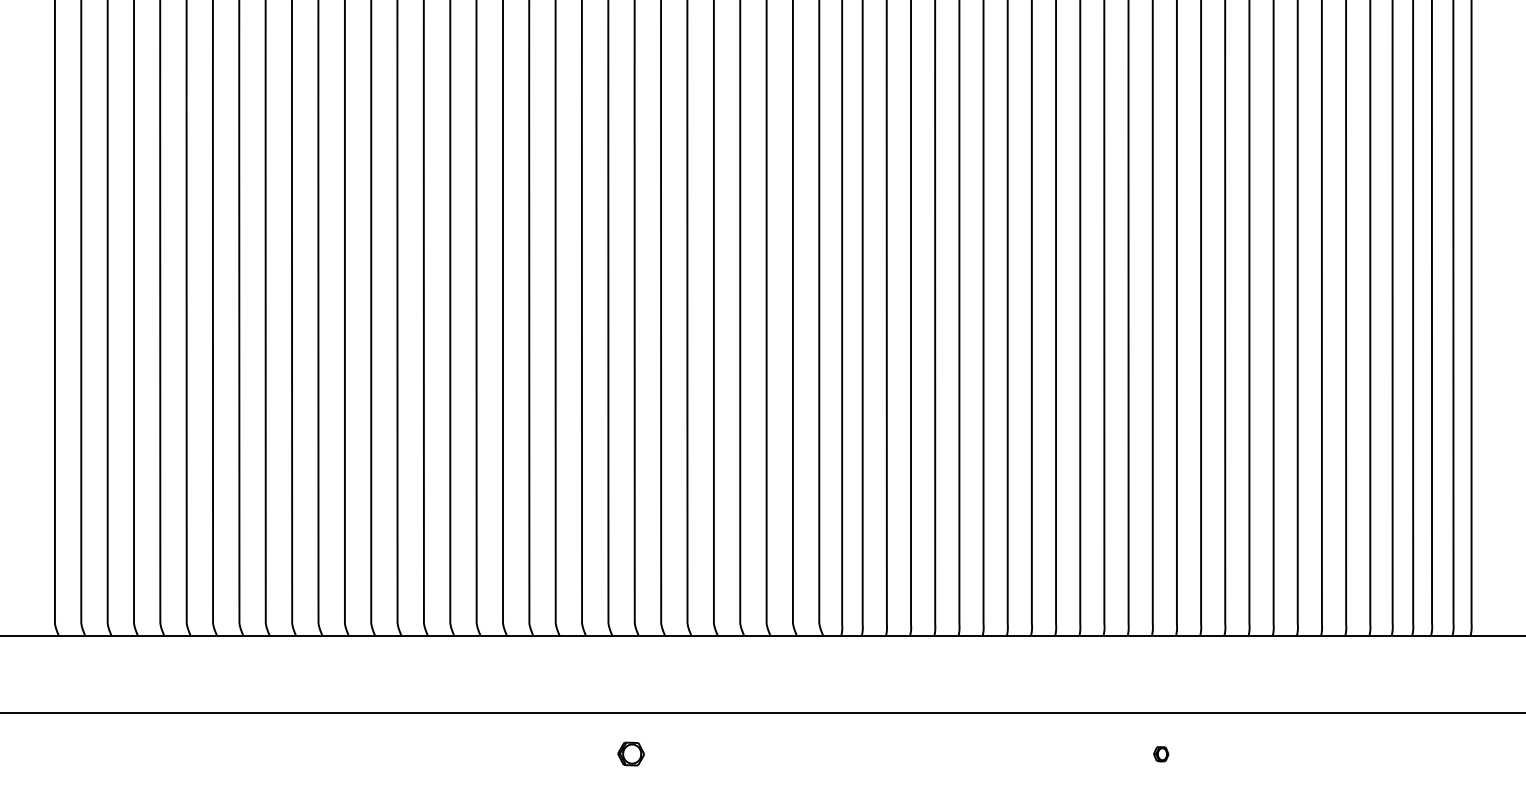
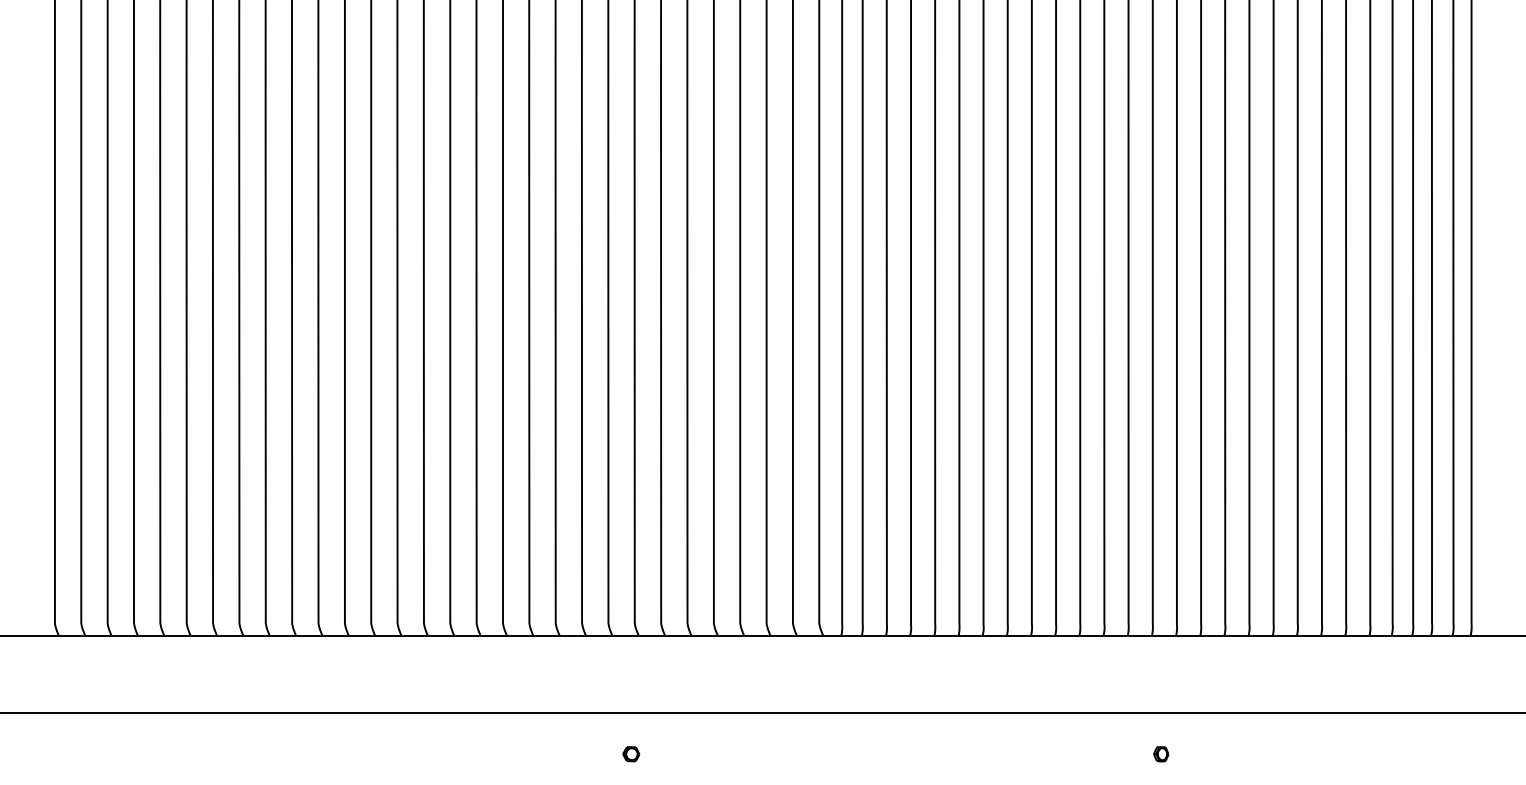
part at (630, 753) size: 28x26 px -> 19x17 px
